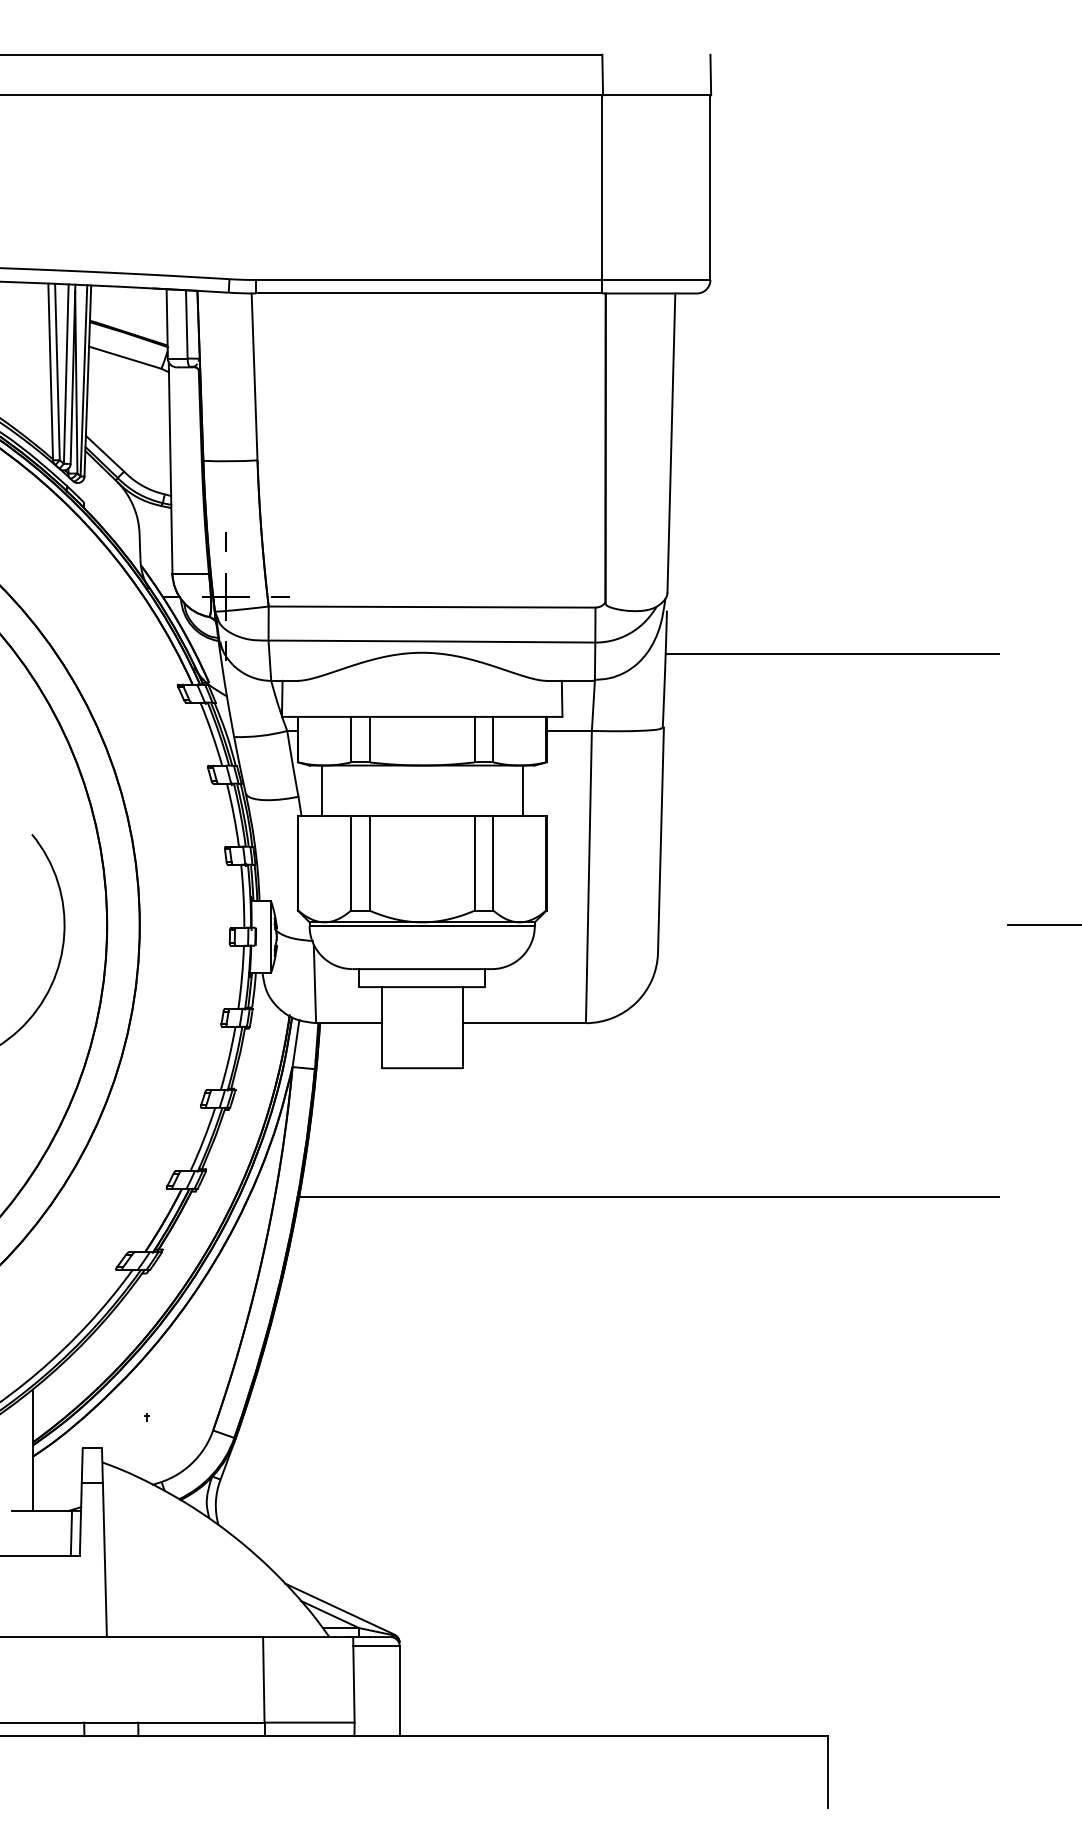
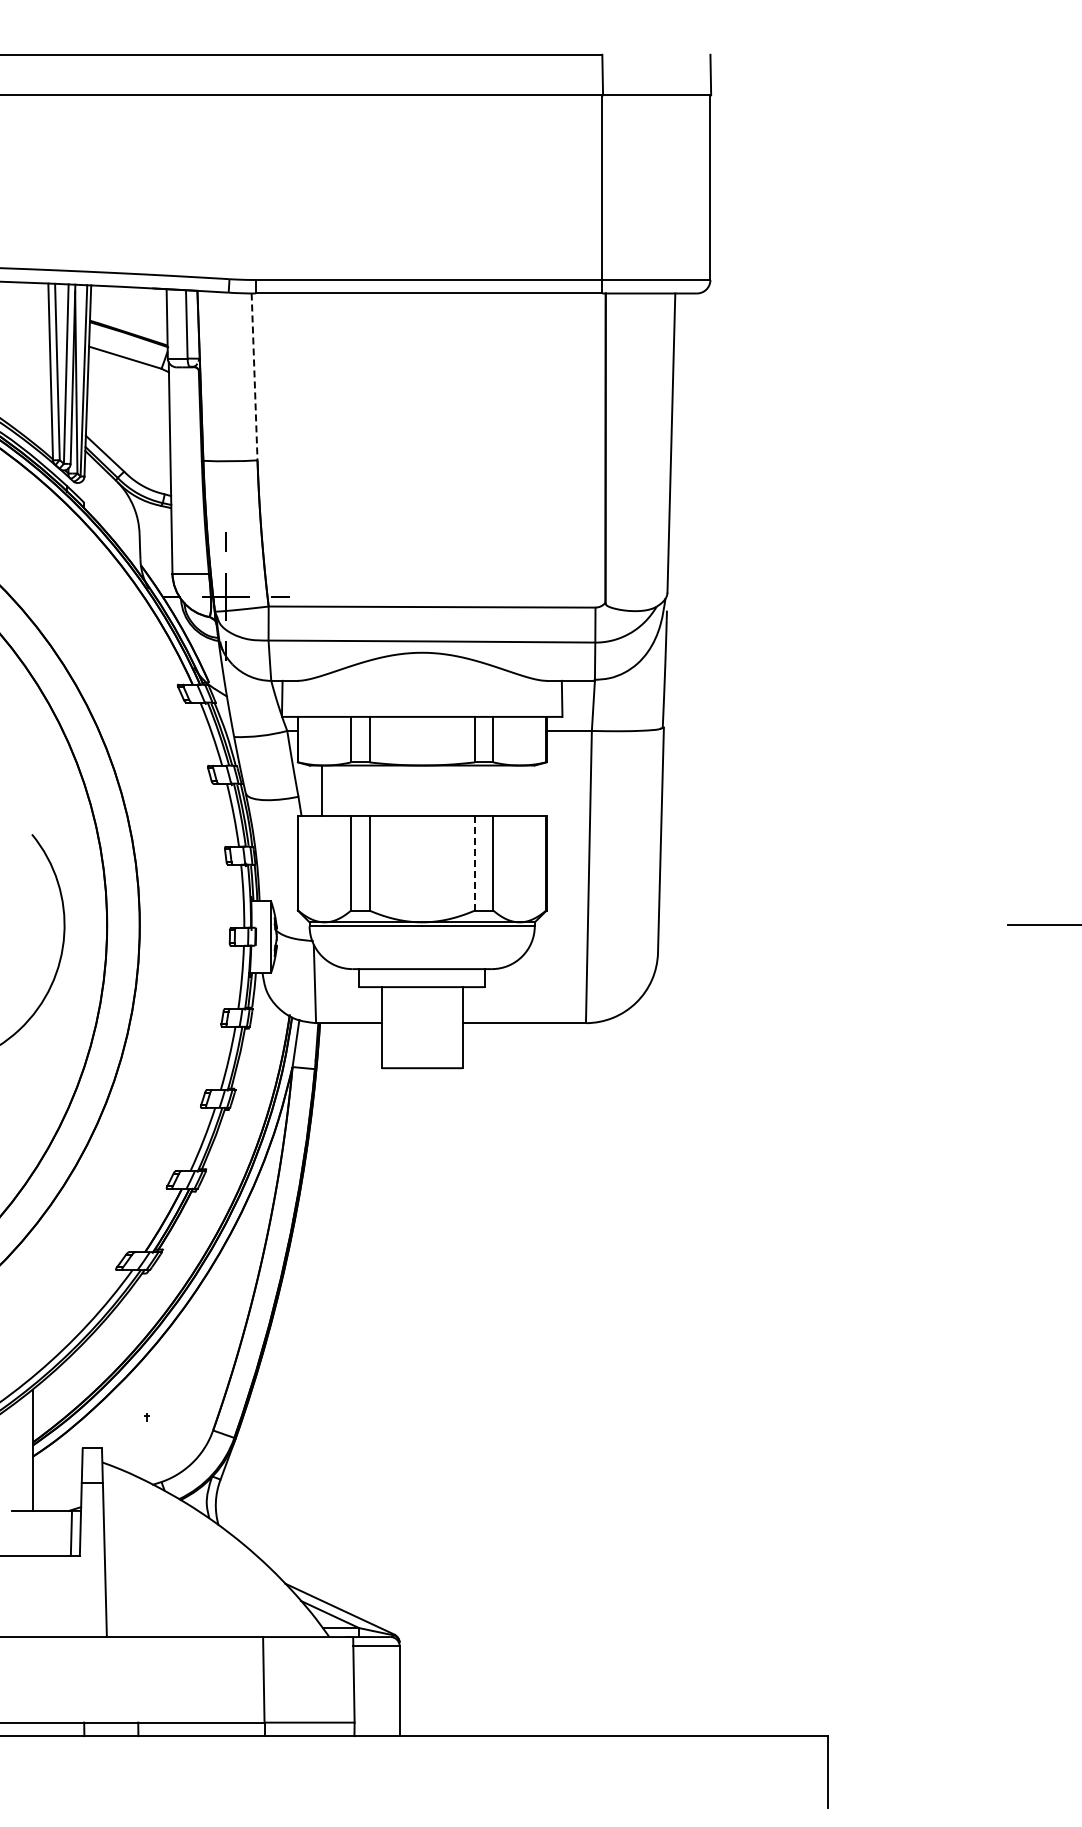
line at (254, 377): solid -> dashed
line at (831, 653): present -> none
line at (522, 790): present -> none
line at (474, 863): solid -> dashed
line at (648, 1197): present -> none
